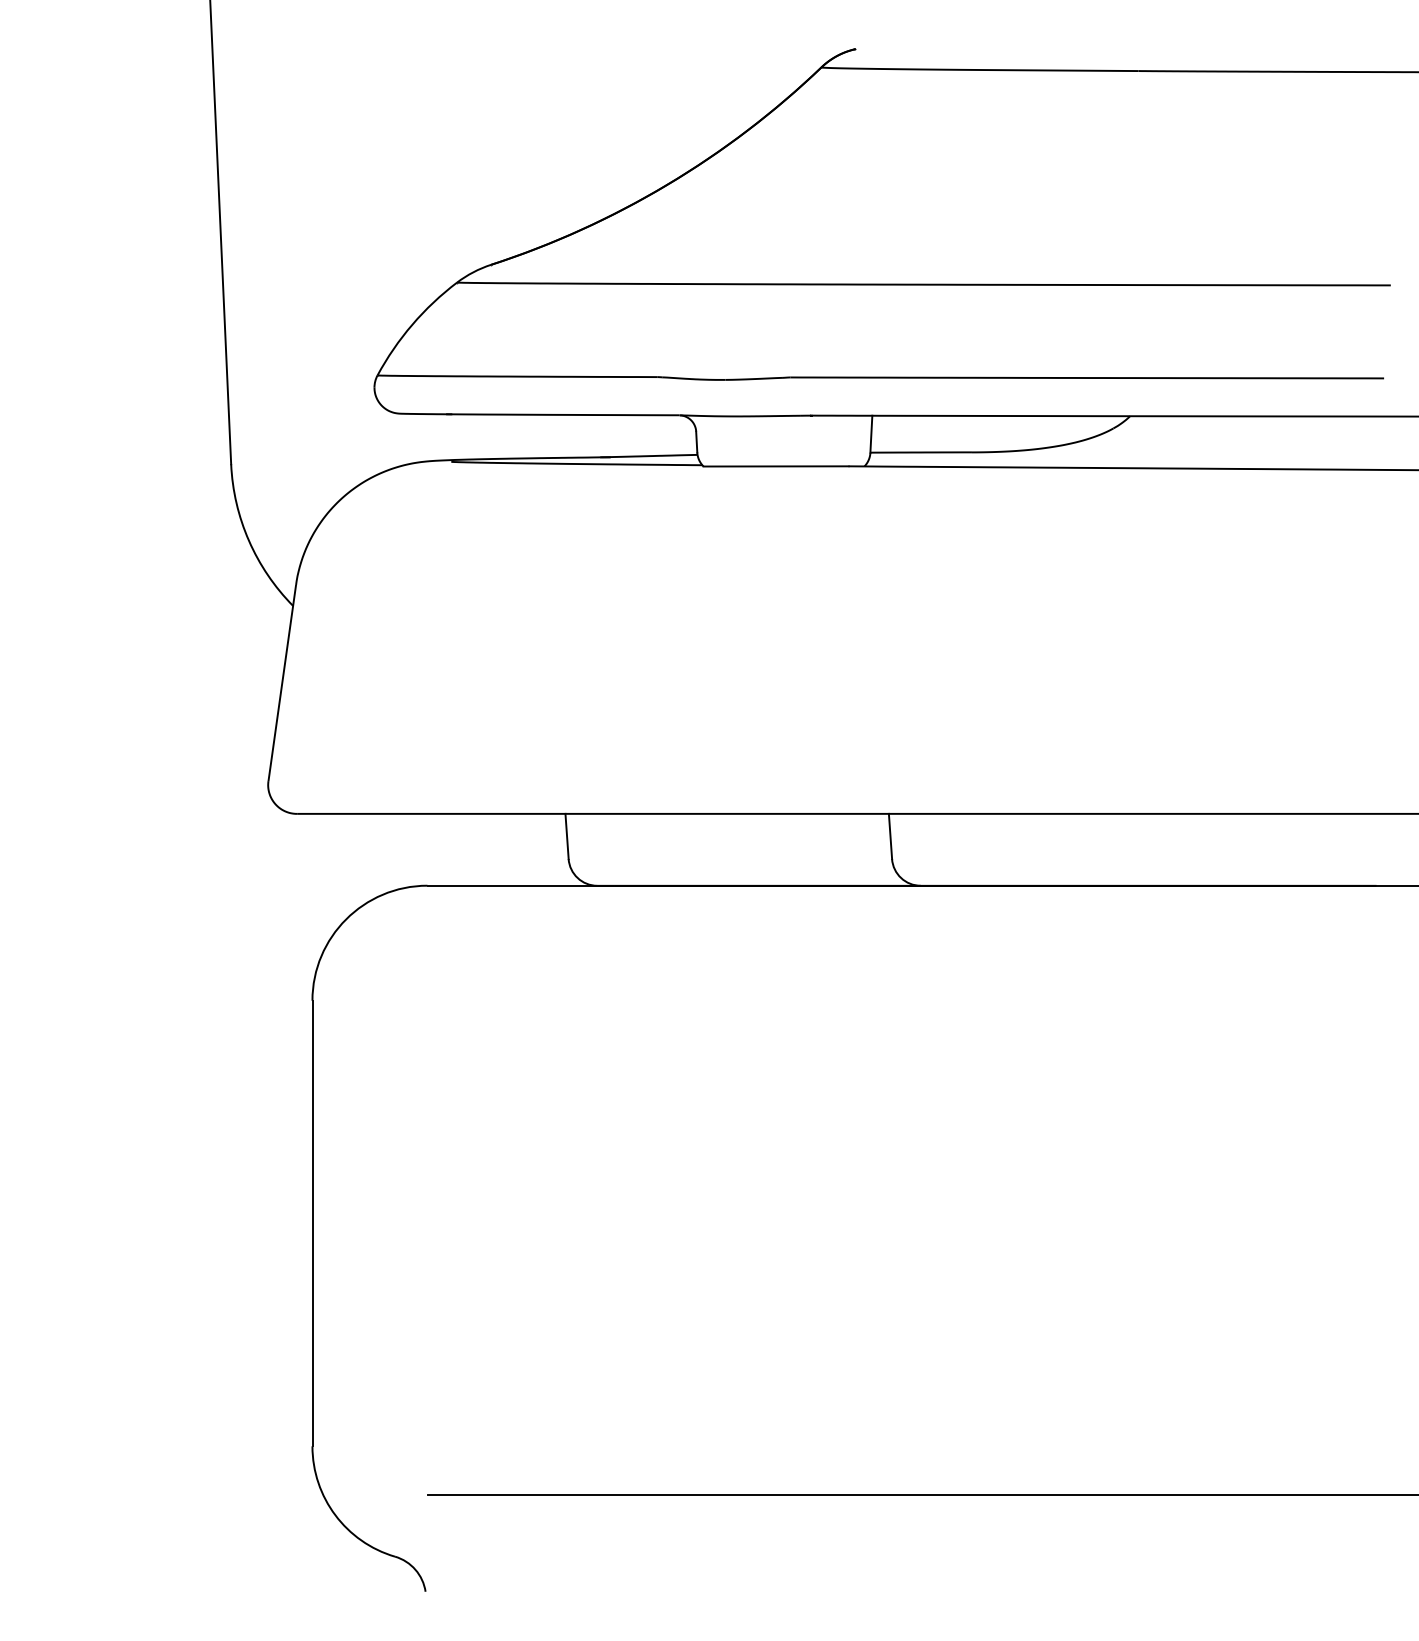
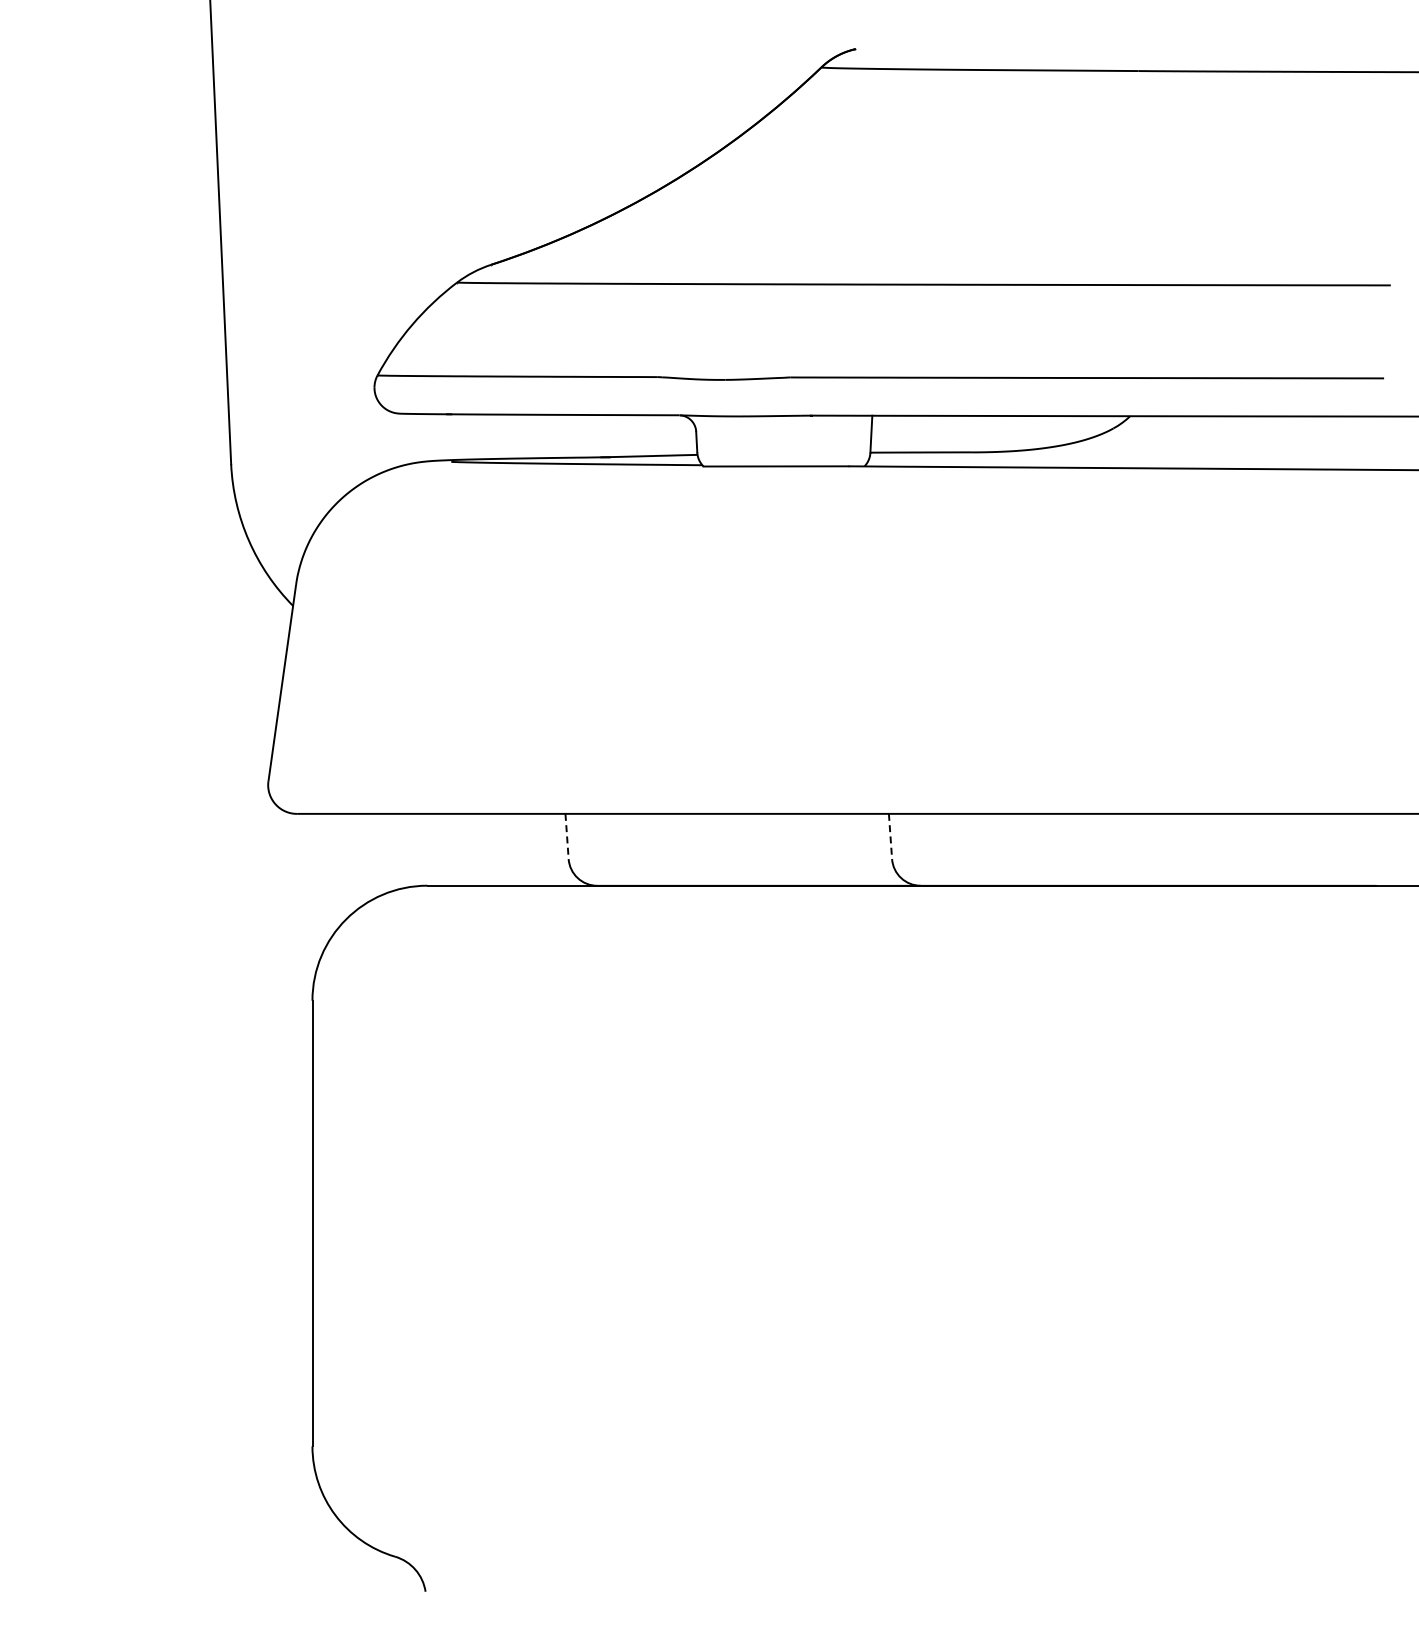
line at (567, 836): solid -> dashed
line at (890, 836): solid -> dashed
line at (921, 1494): present -> none
